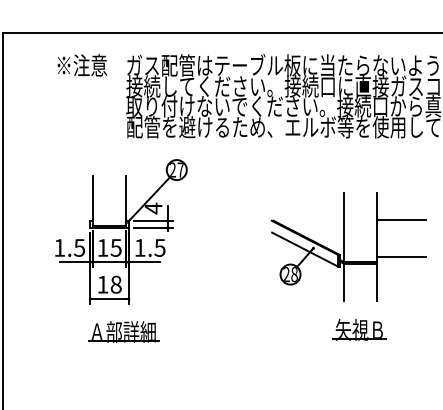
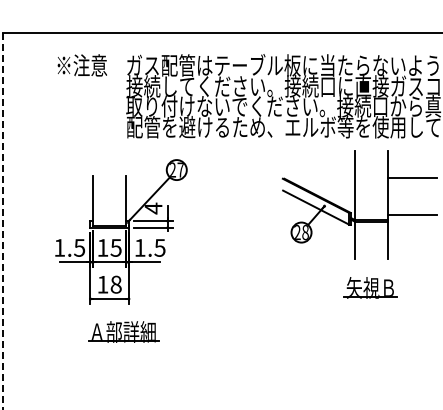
line at (3, 221): solid -> dashed
part at (348, 266) position: (348, 266) -> (359, 224)
